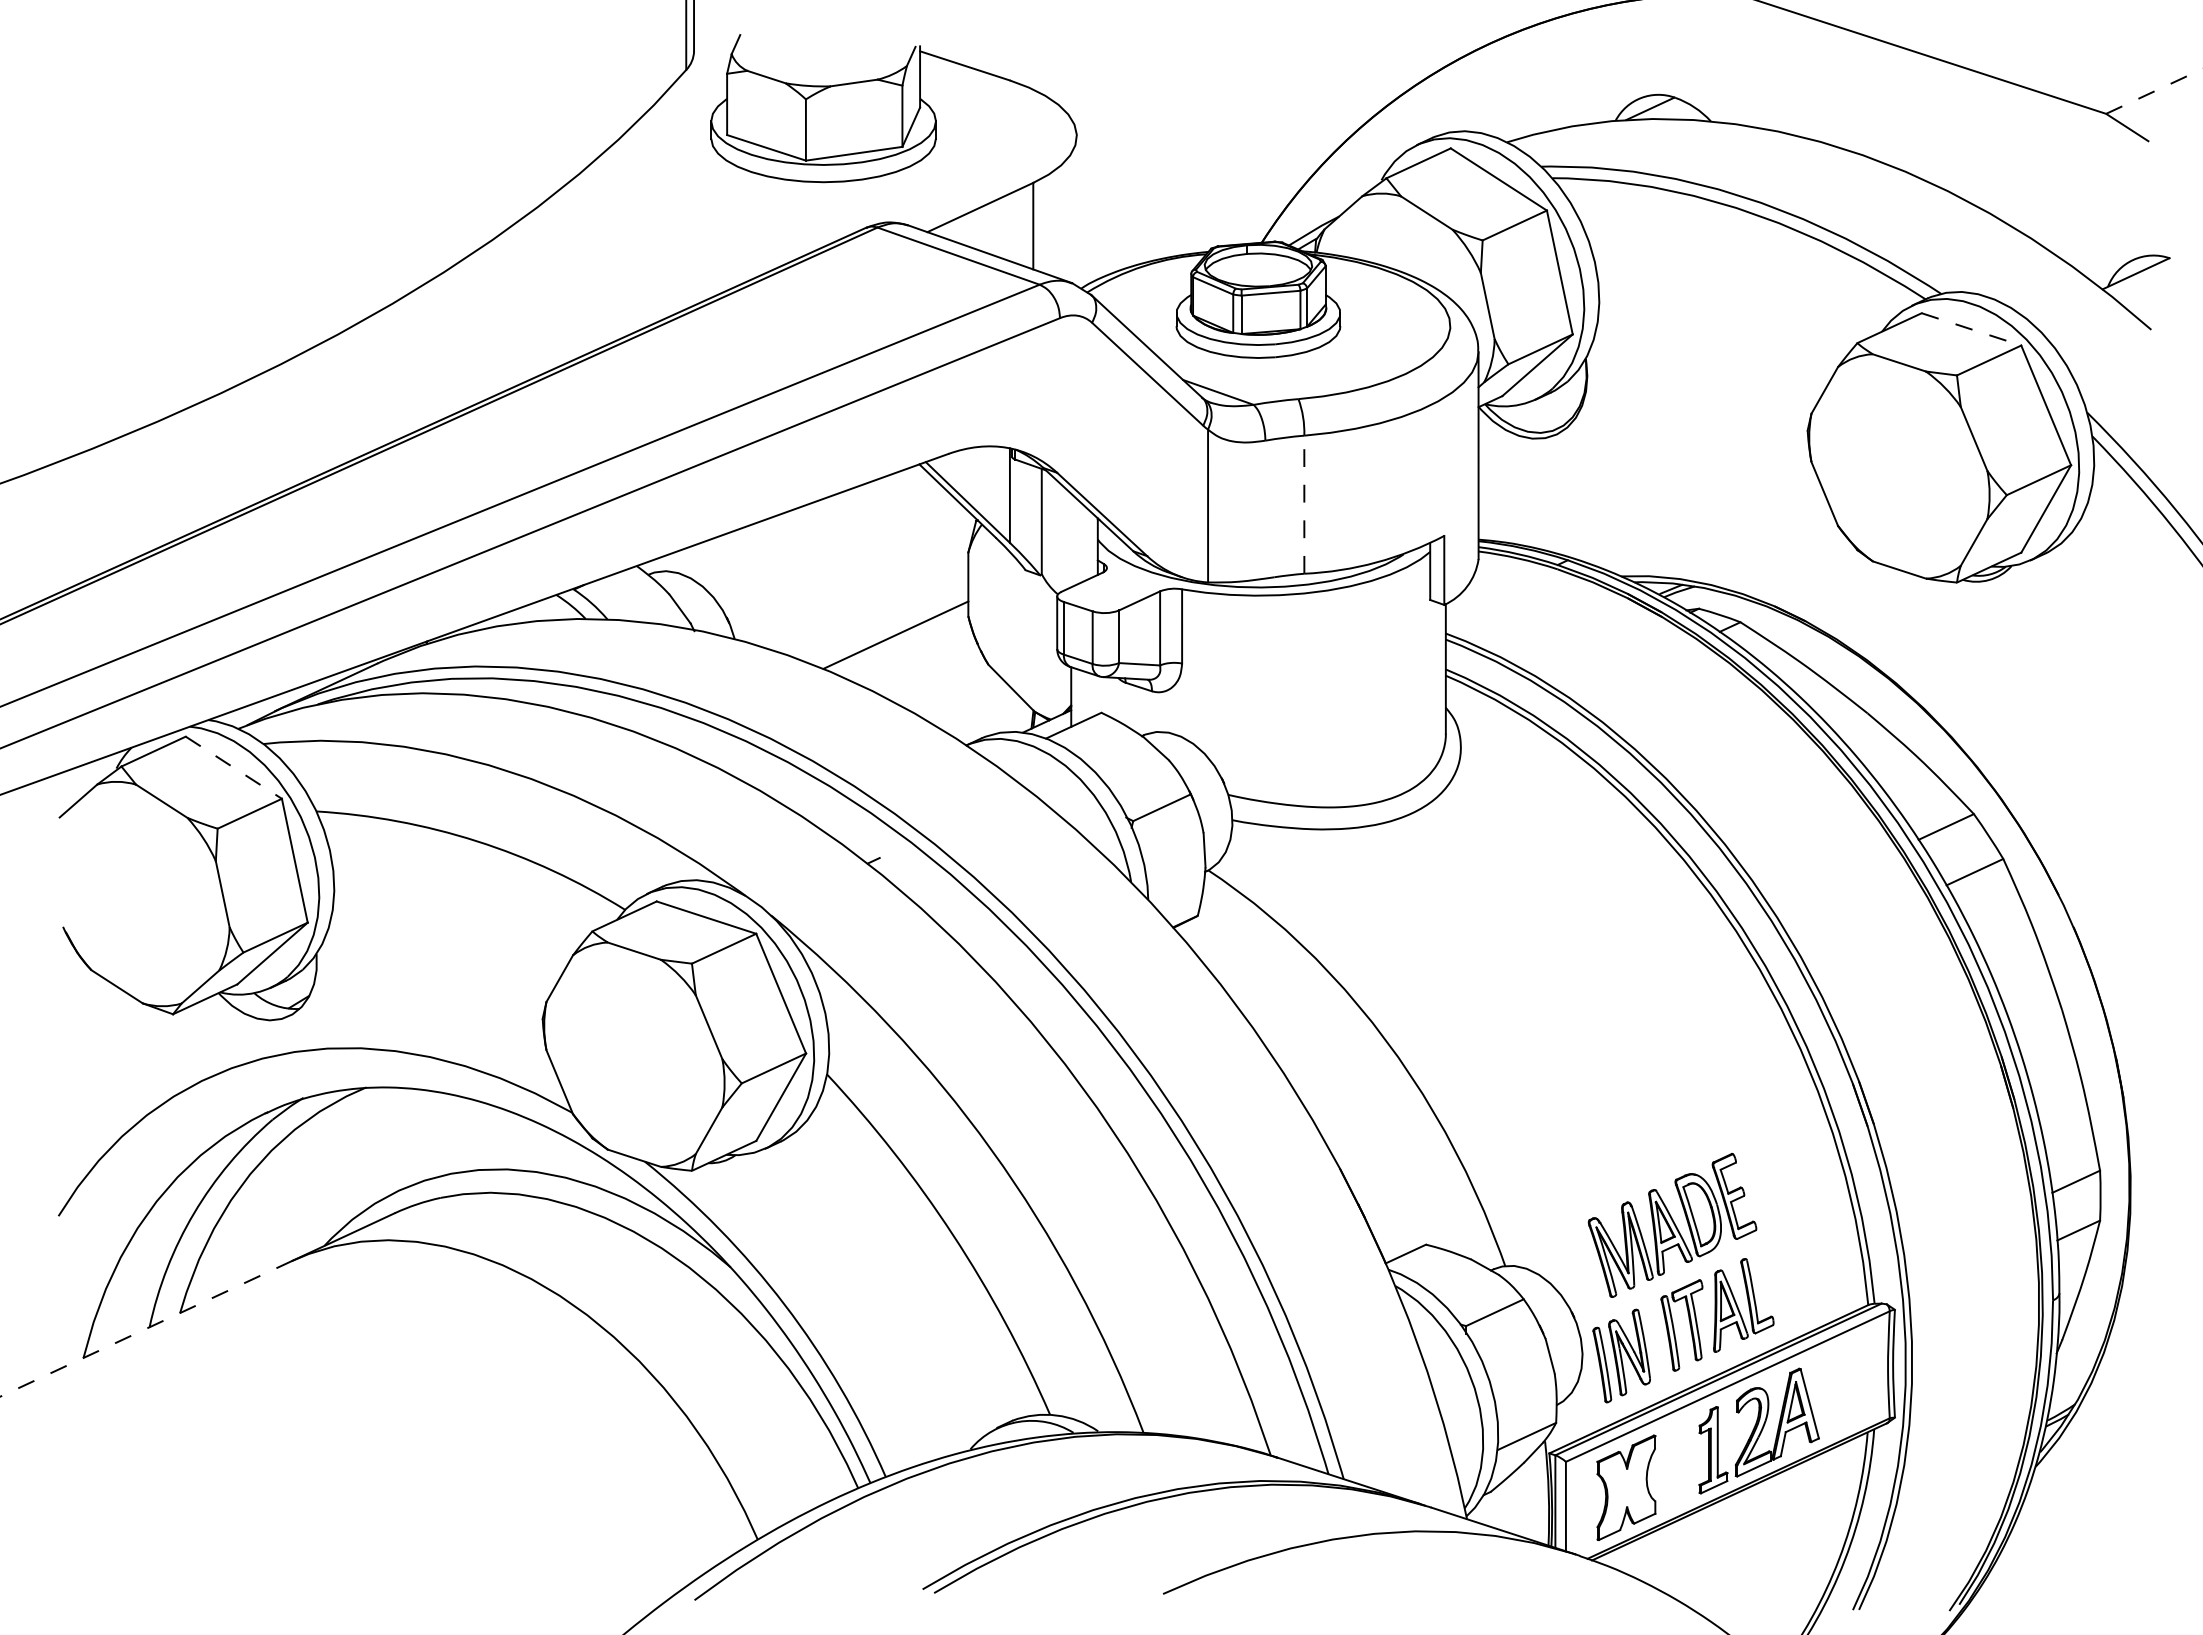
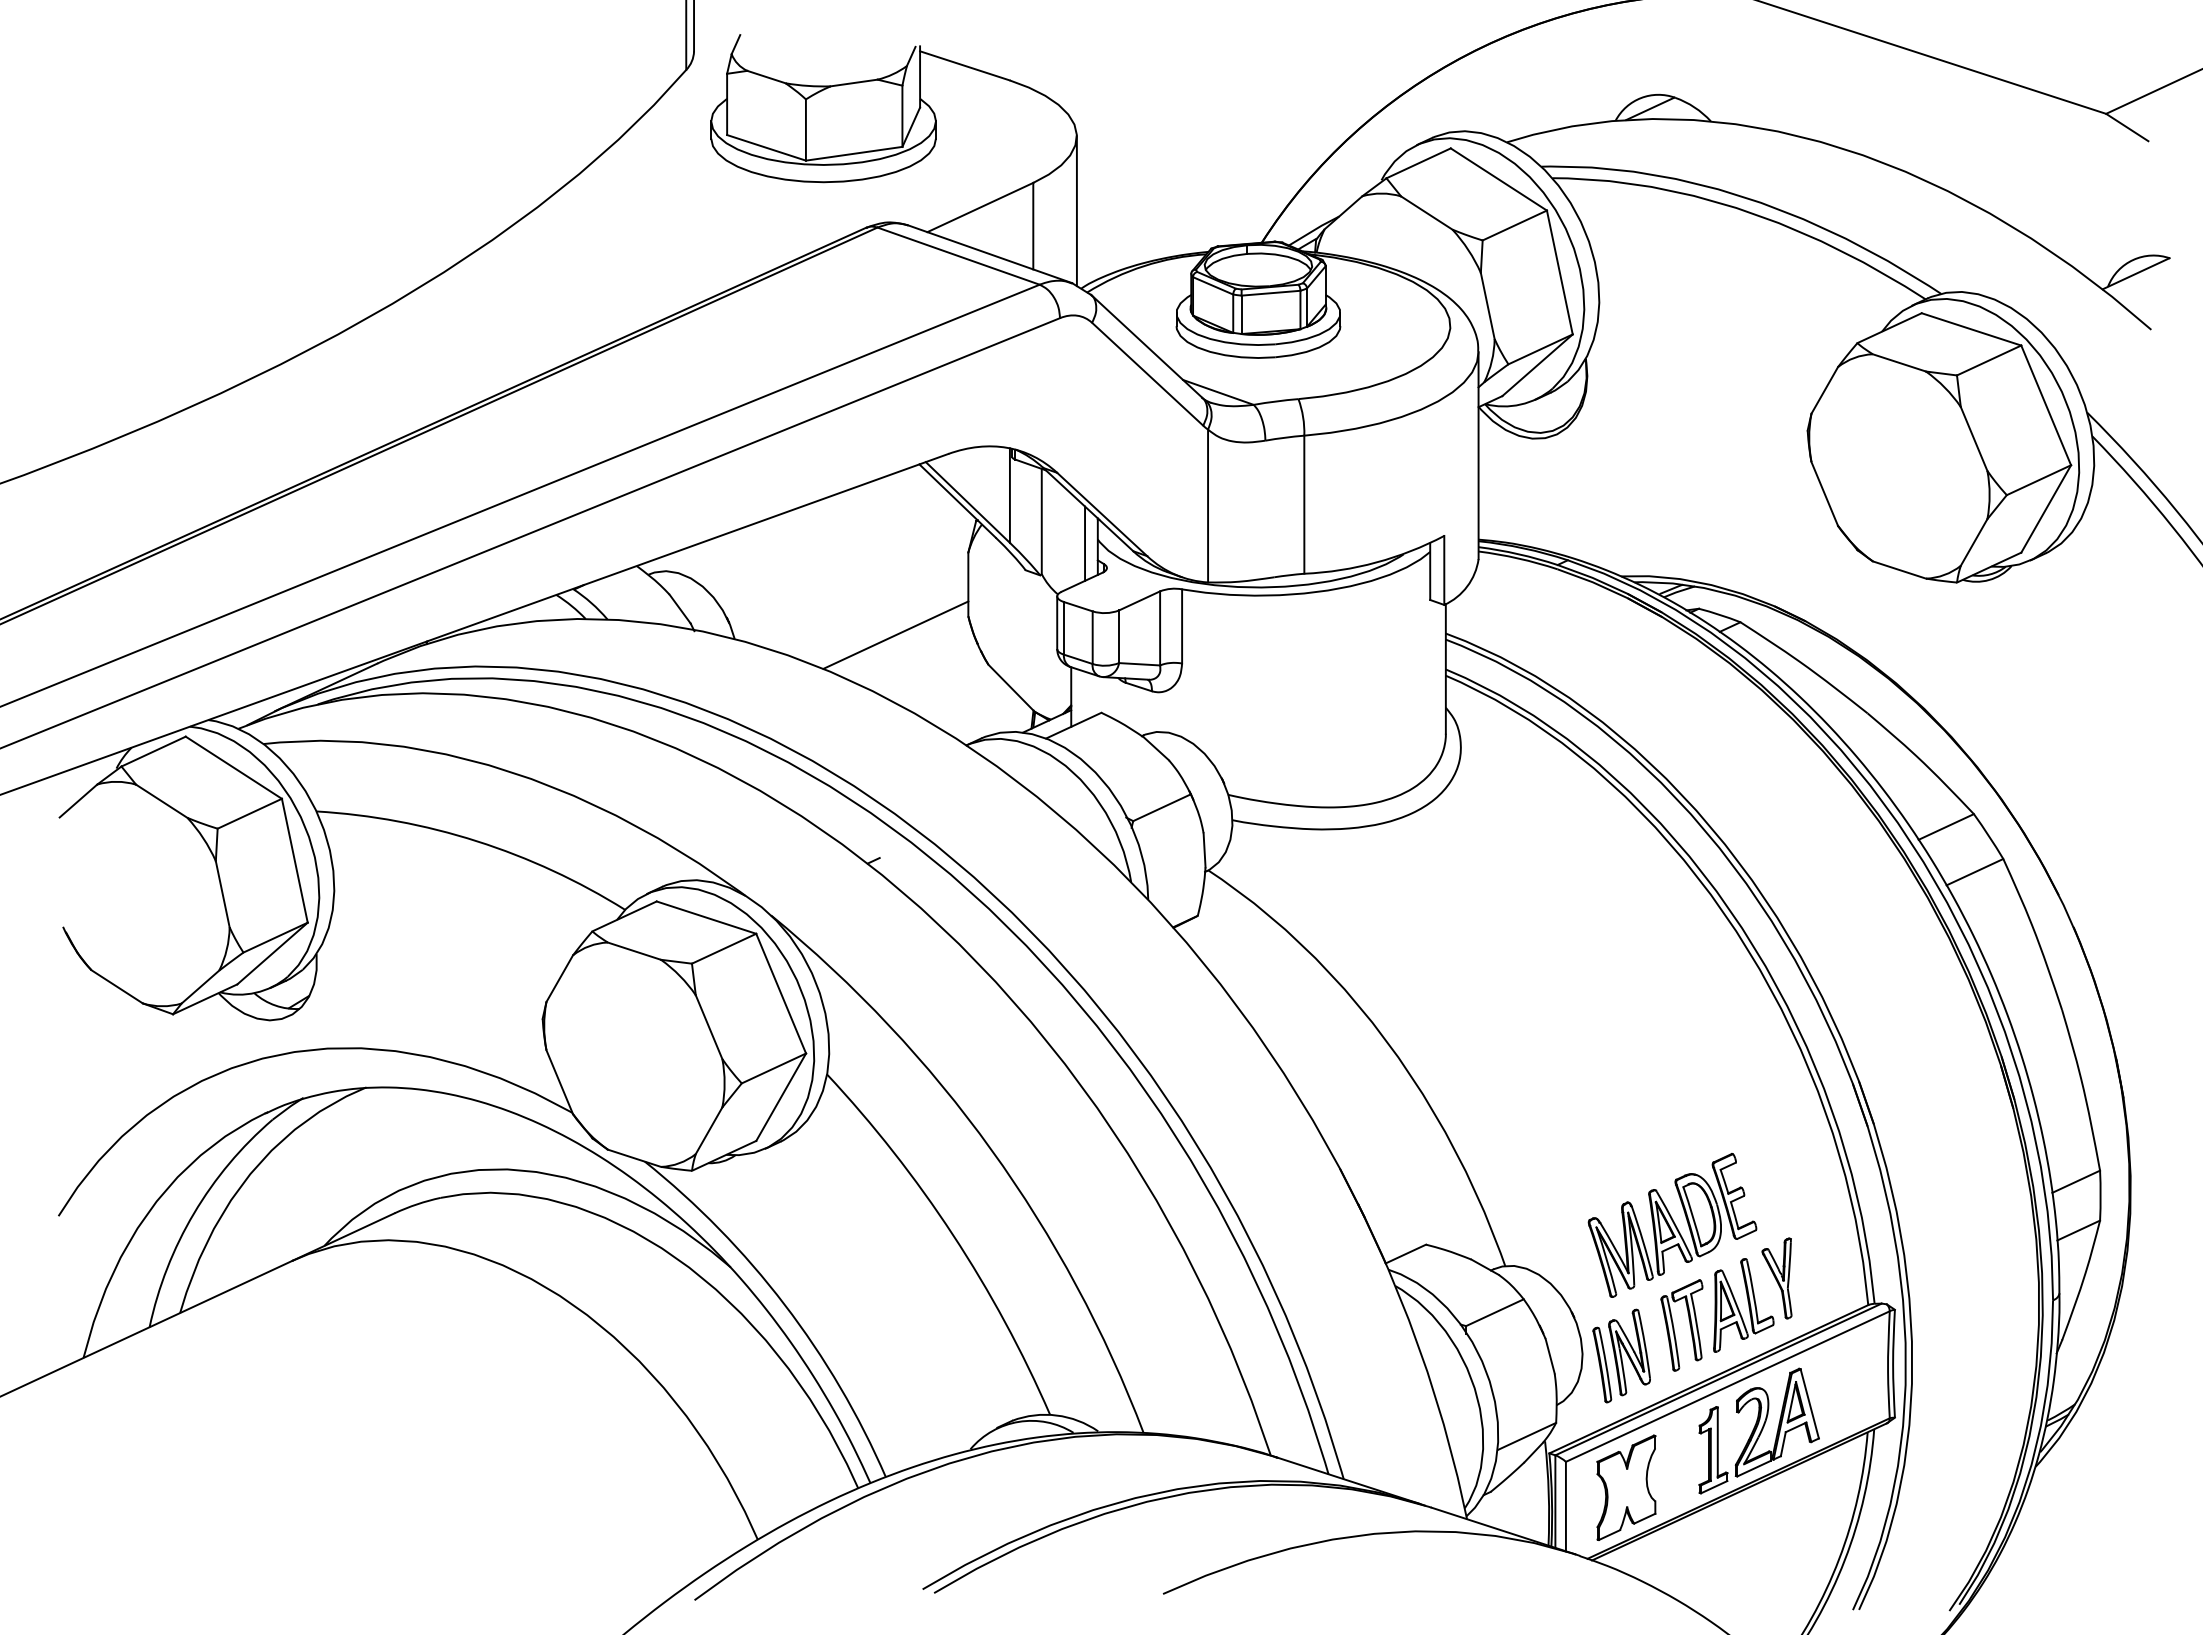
line at (2154, 91): dashed -> solid
line at (1076, 211): none -> present
line at (1971, 329): dashed -> solid
line at (1304, 504): dashed -> solid
line at (1085, 543): none -> present
line at (234, 768): dashed -> solid
part at (1776, 1278): none -> present
line at (146, 1328): dashed -> solid
